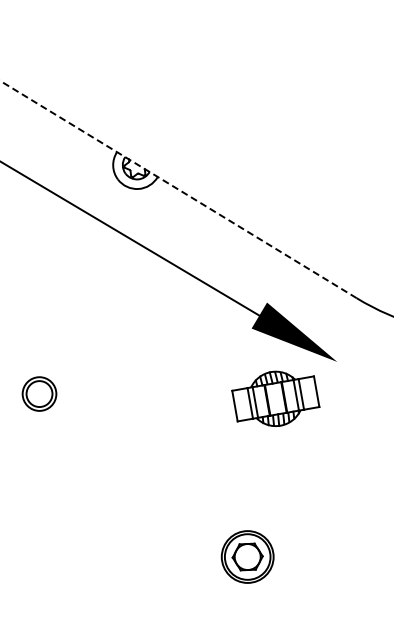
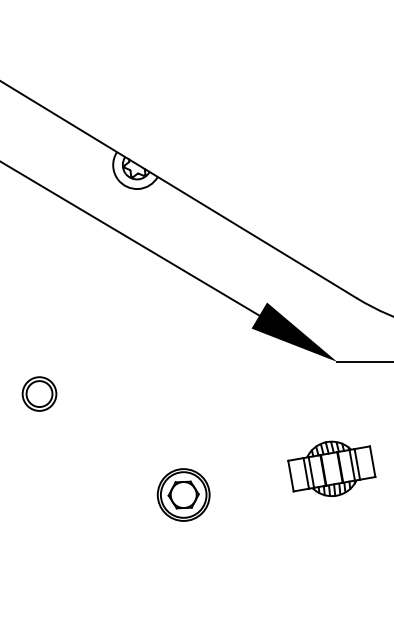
line at (178, 189): dashed -> solid
line at (363, 361): none -> present
part at (275, 398) position: (275, 398) -> (331, 468)
part at (247, 556) position: (247, 556) -> (183, 494)
